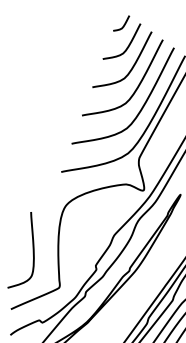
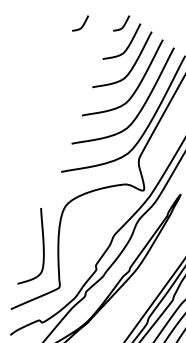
curve at (82, 24): none -> present
curve at (32, 250) position: (32, 250) -> (42, 246)
